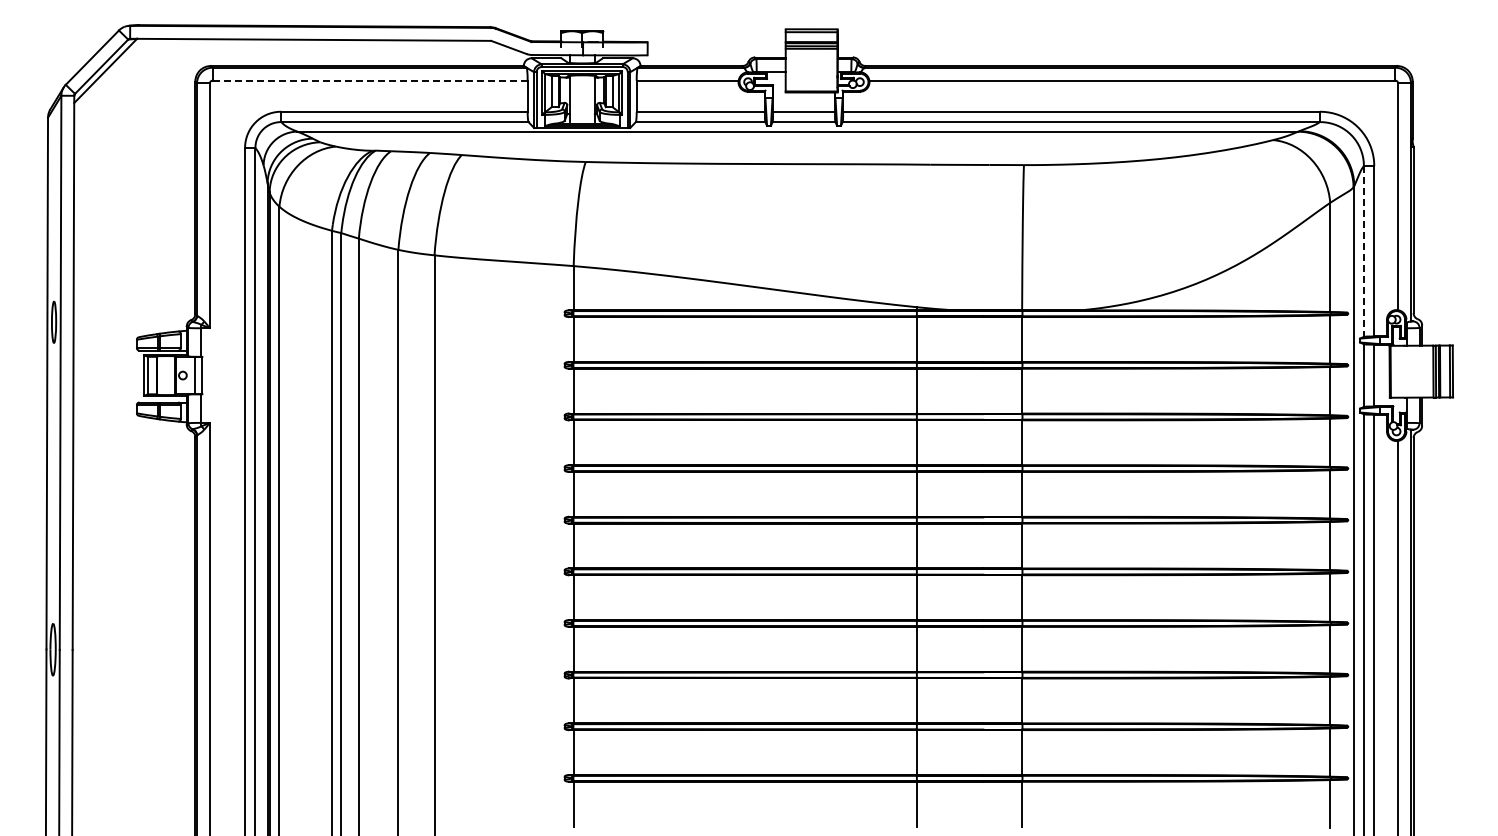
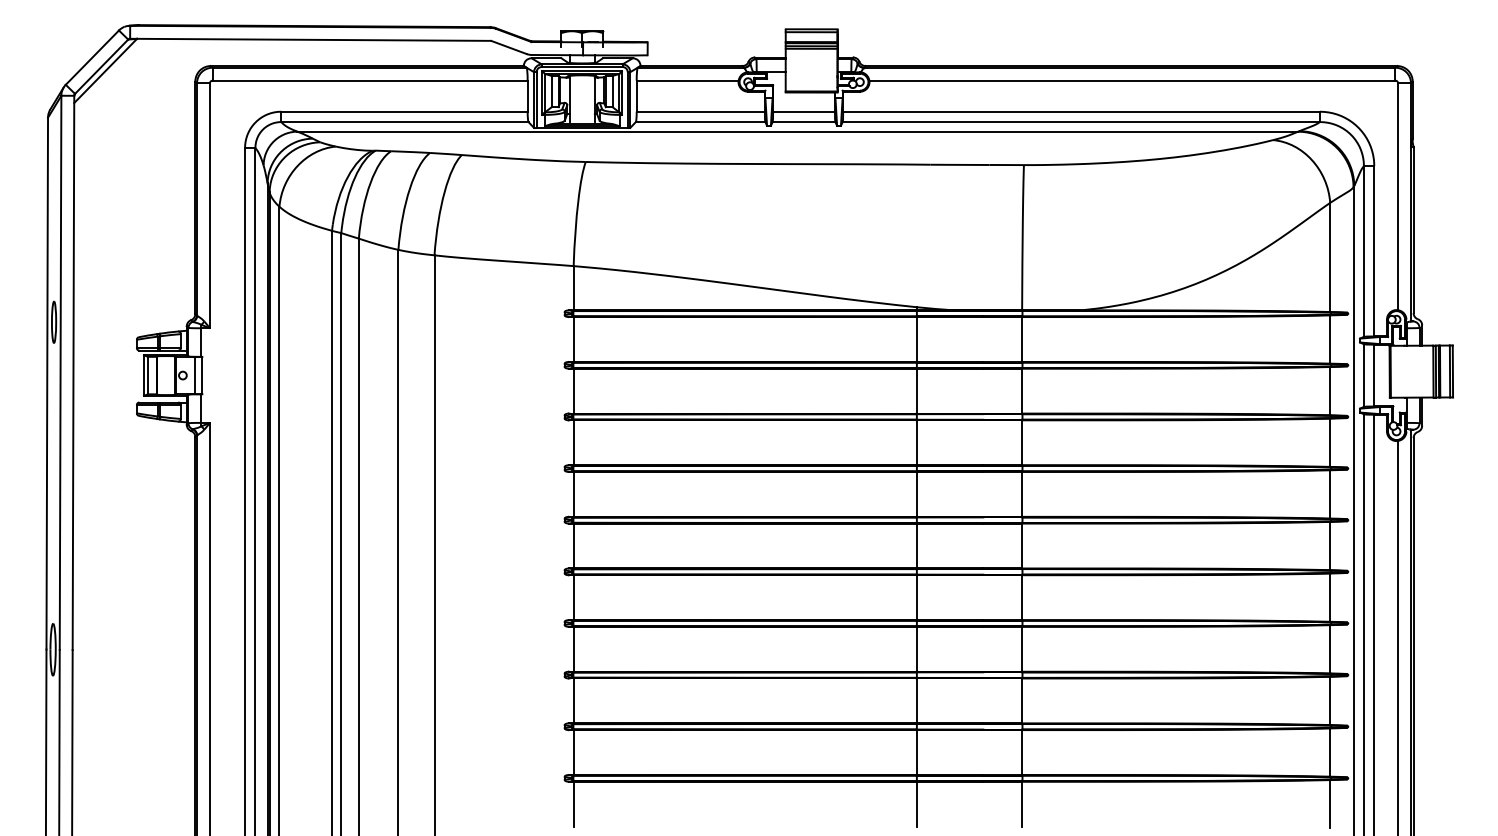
line at (370, 80): dashed -> solid
line at (1363, 251): dashed -> solid
